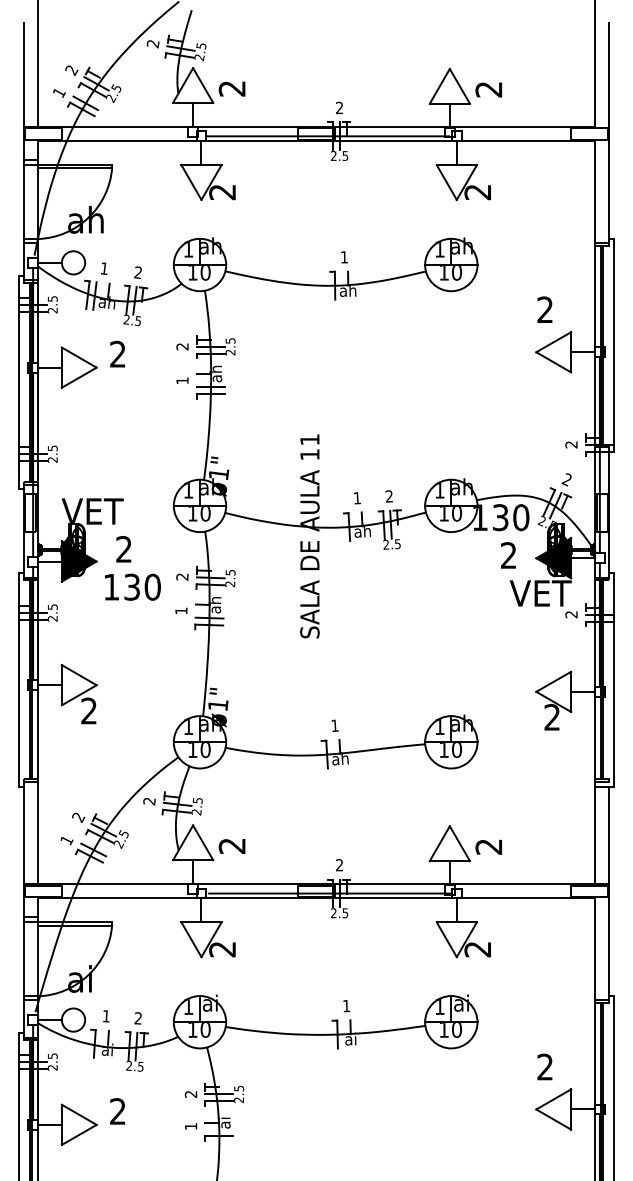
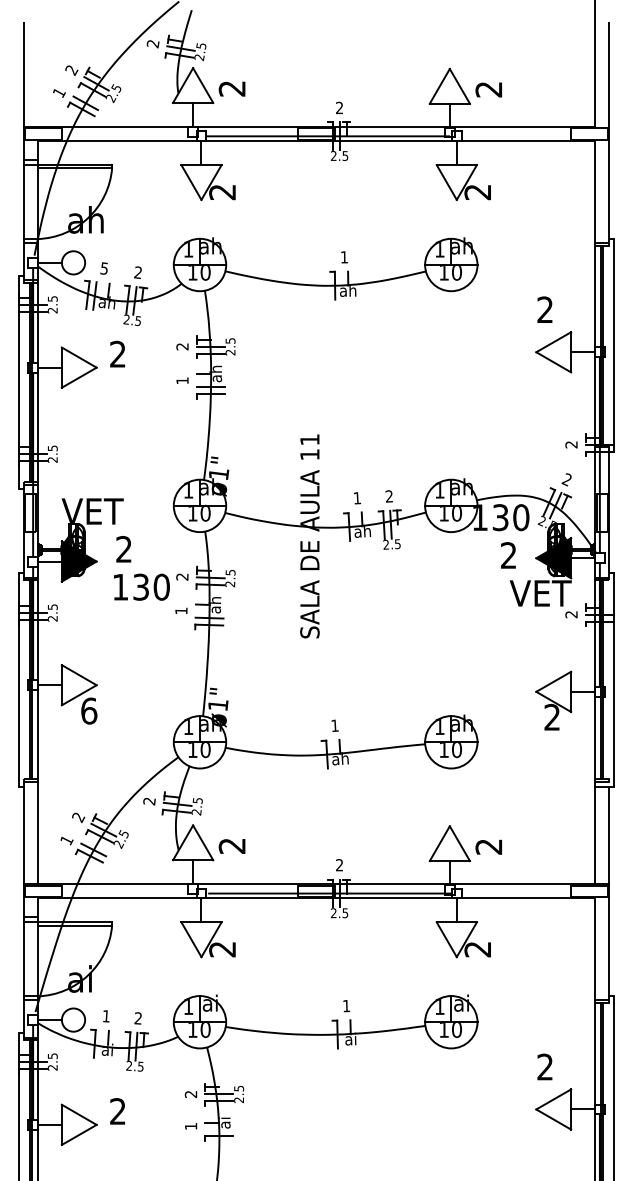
line at (37, 64): present -> none
text at (103, 268): 1 -> 5
text at (132, 586) position: (132, 586) -> (141, 586)
text at (89, 710): 2 -> 6
